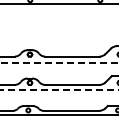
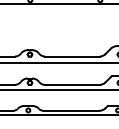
line at (59, 63): dashed -> solid
line at (59, 89): dashed -> solid
